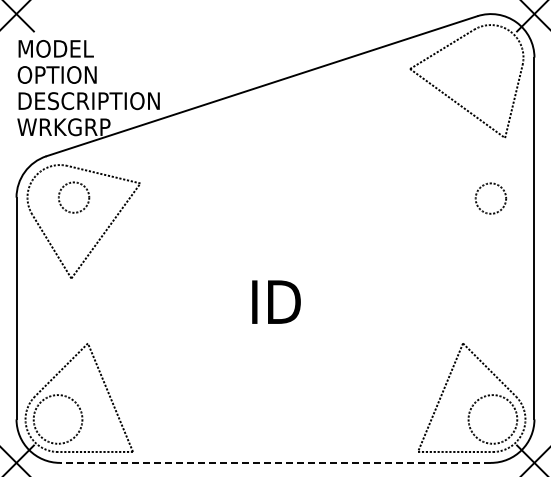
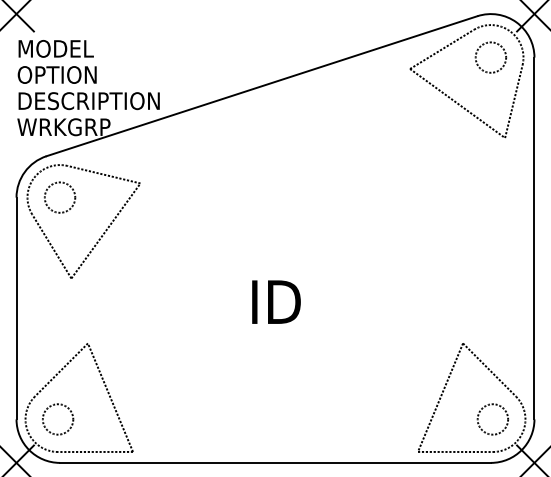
circle at (74, 197) position: (74, 197) -> (60, 197)
circle at (490, 198) position: (490, 198) -> (490, 57)
circle at (57, 419) diameter: 49 px -> 30 px
circle at (492, 419) diameter: 49 px -> 30 px
line at (275, 462): dashed -> solid
